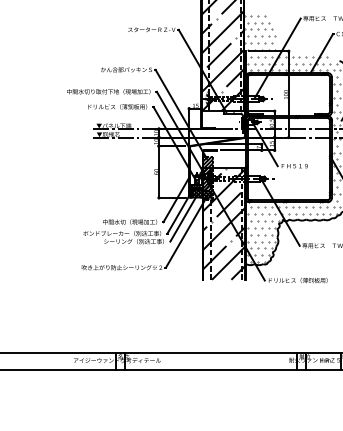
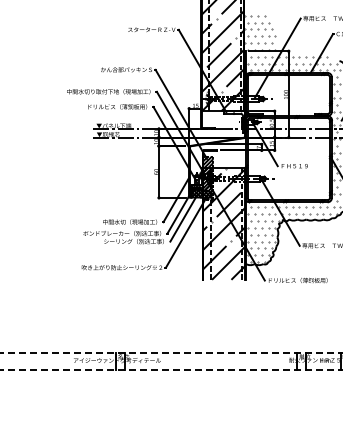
line at (171, 352): solid -> dashed
line at (171, 369): solid -> dashed
